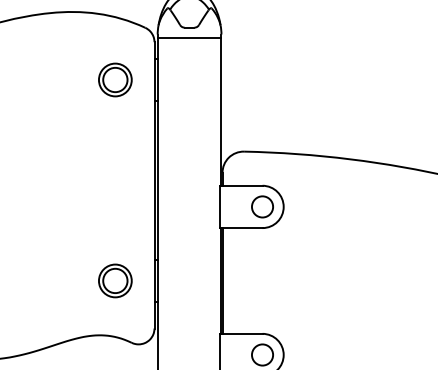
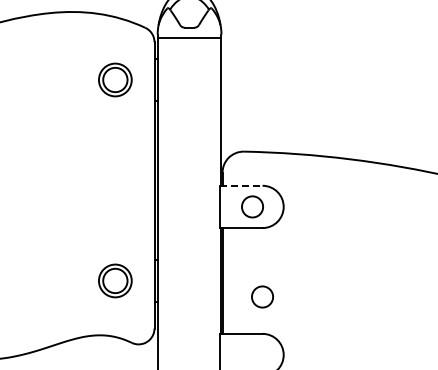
line at (241, 185): solid -> dashed
circle at (262, 206) position: (262, 206) -> (252, 206)
circle at (262, 354) position: (262, 354) -> (262, 296)
